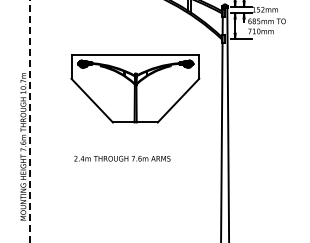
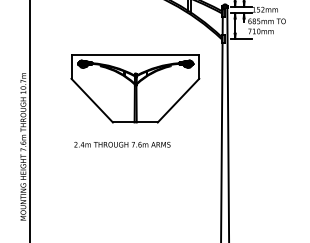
line at (30, 121): dashed -> solid
text at (122, 158) position: (122, 158) -> (122, 144)
